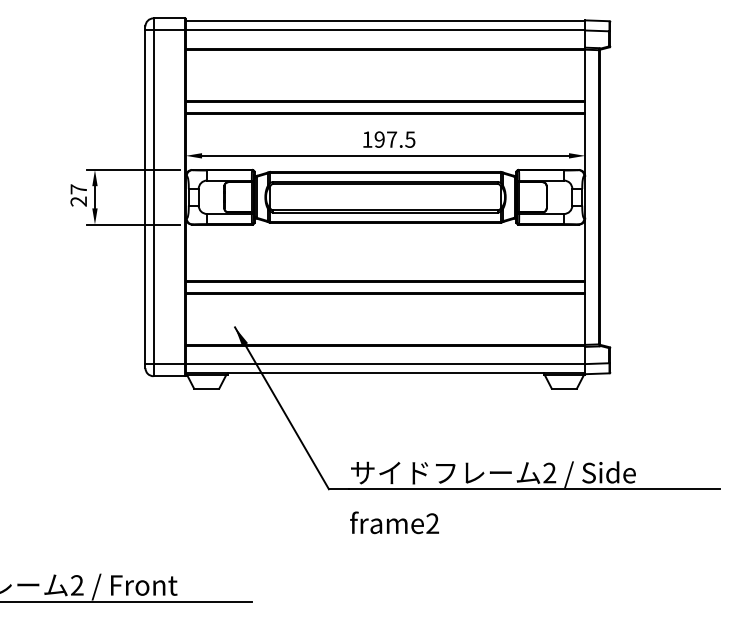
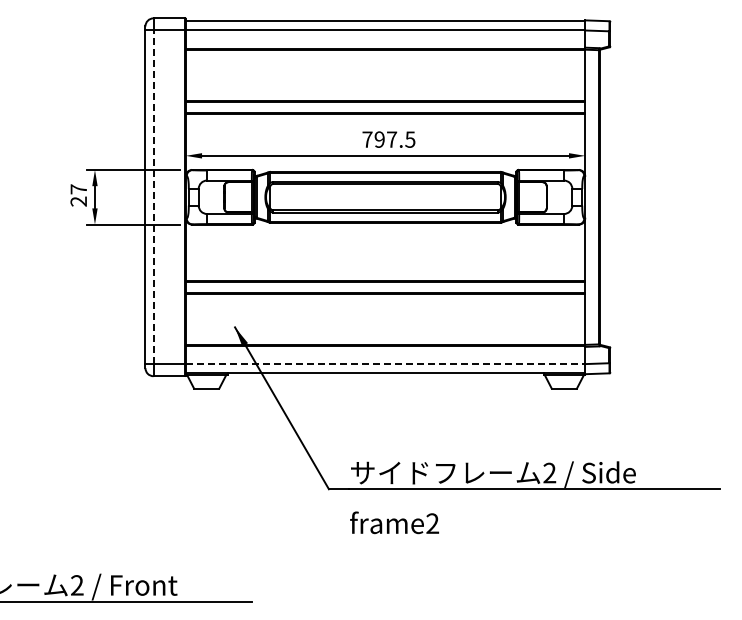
text at (367, 139): 197.5 -> 797.5
line at (153, 197): solid -> dashed
line at (385, 364): solid -> dashed
